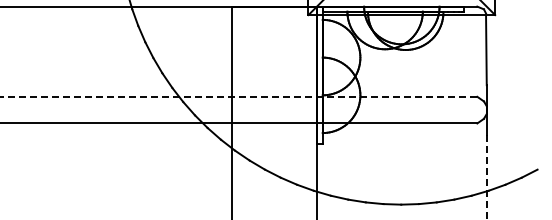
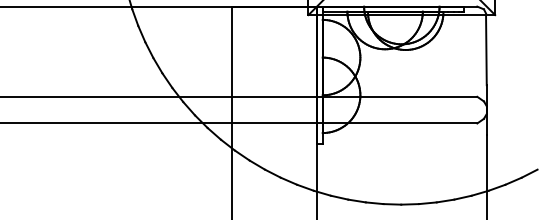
line at (238, 96): dashed -> solid
line at (486, 177): dashed -> solid
